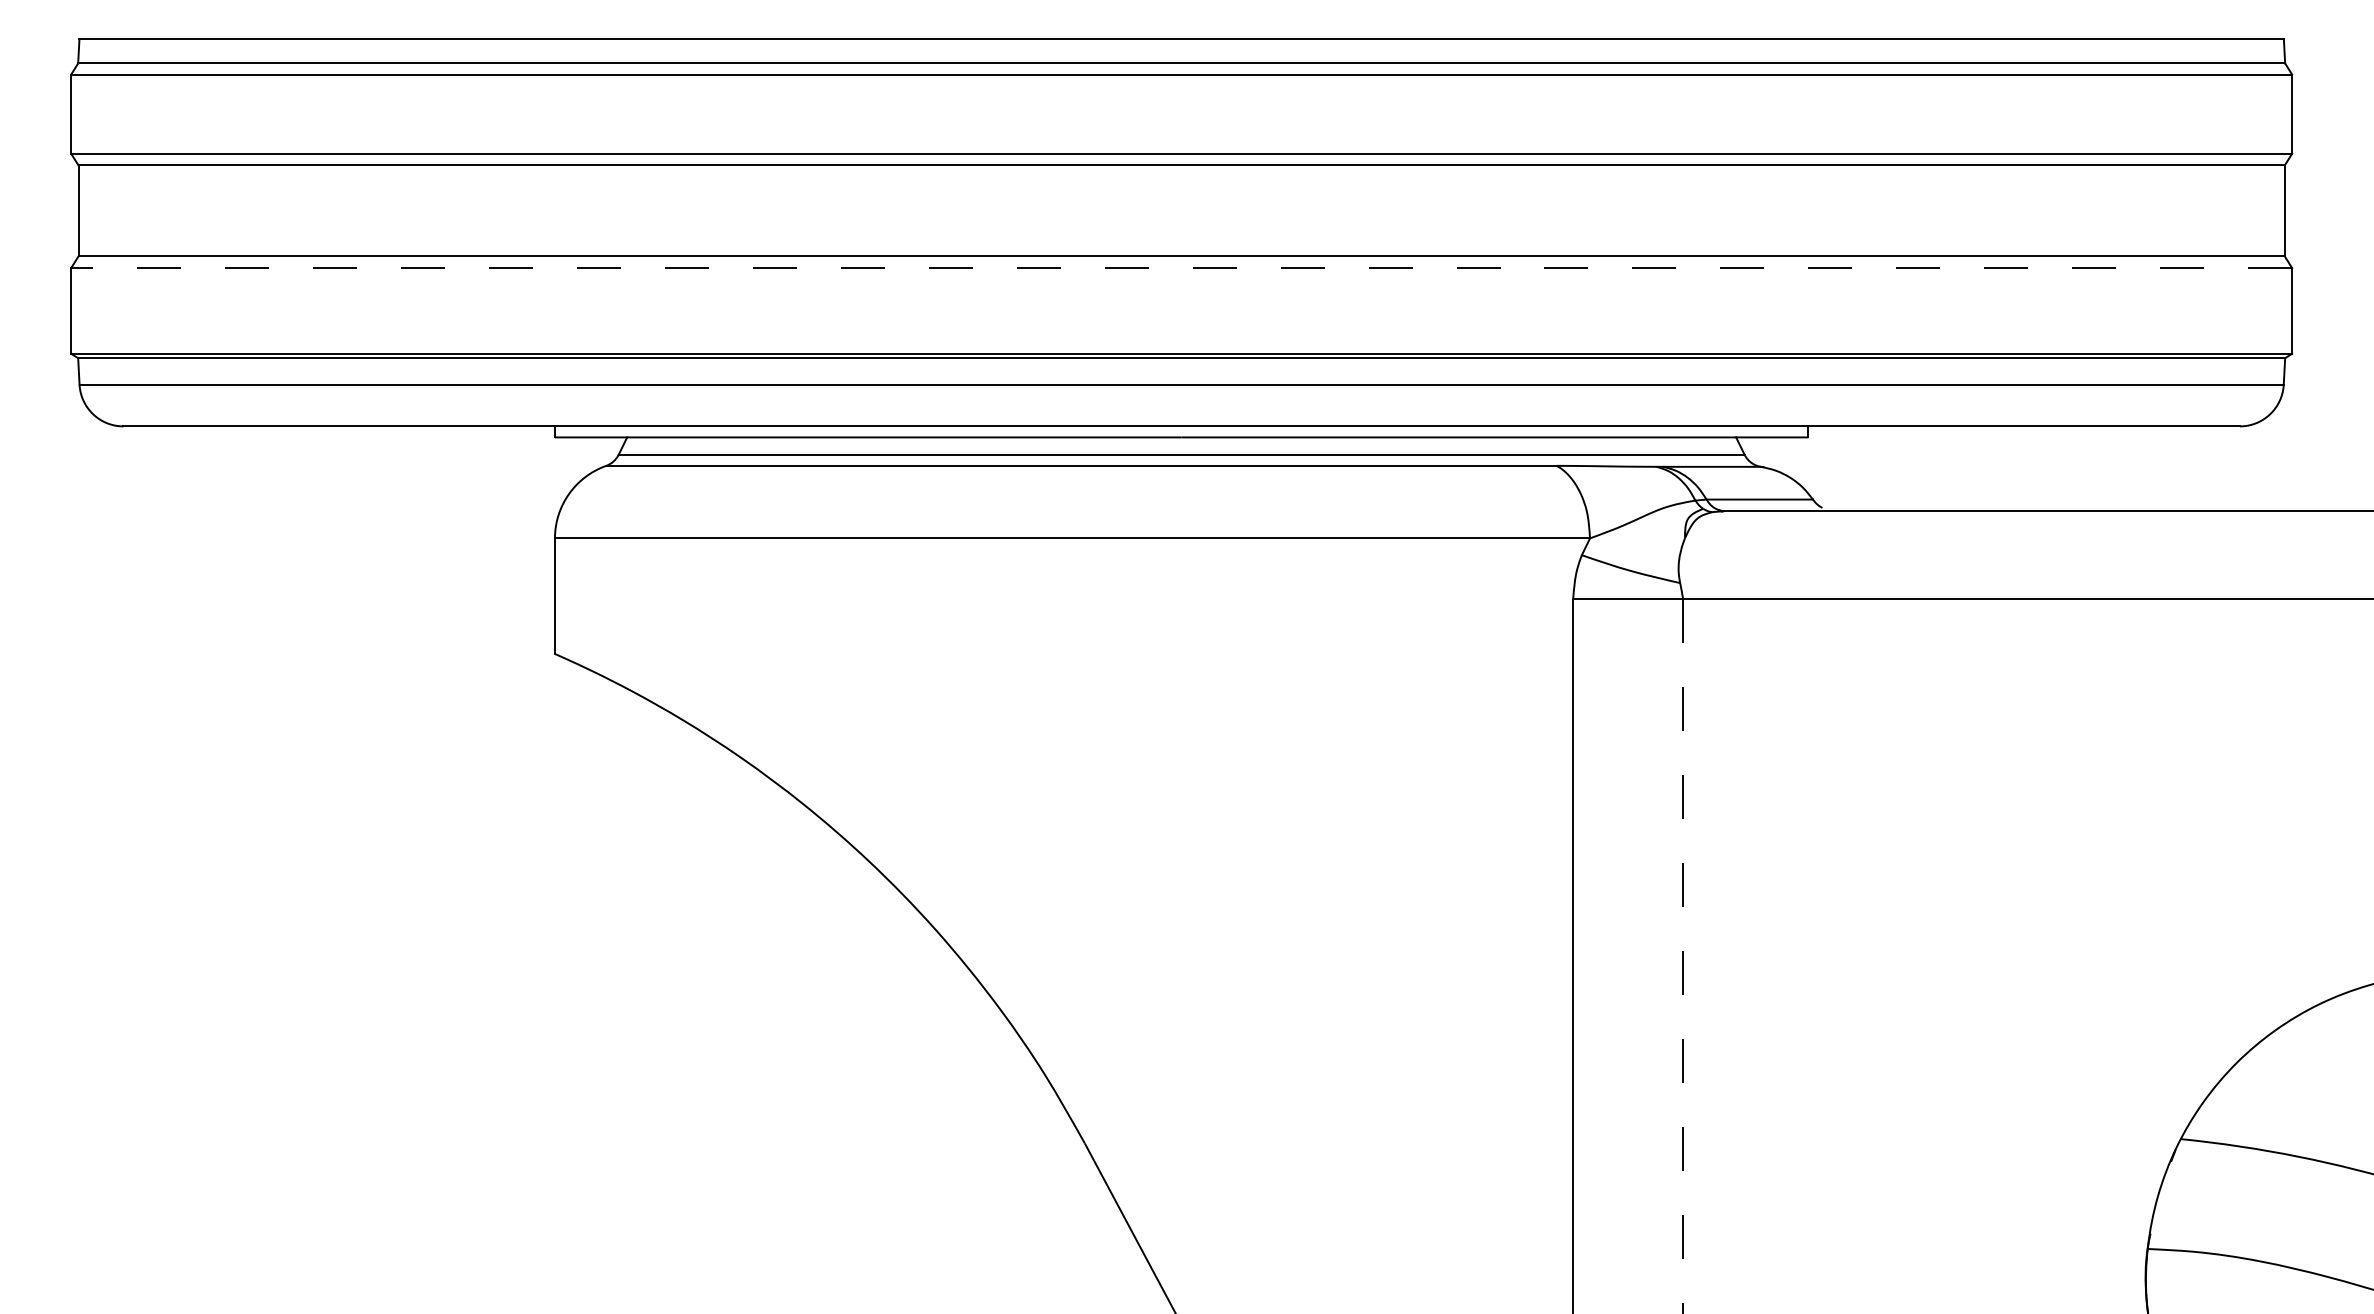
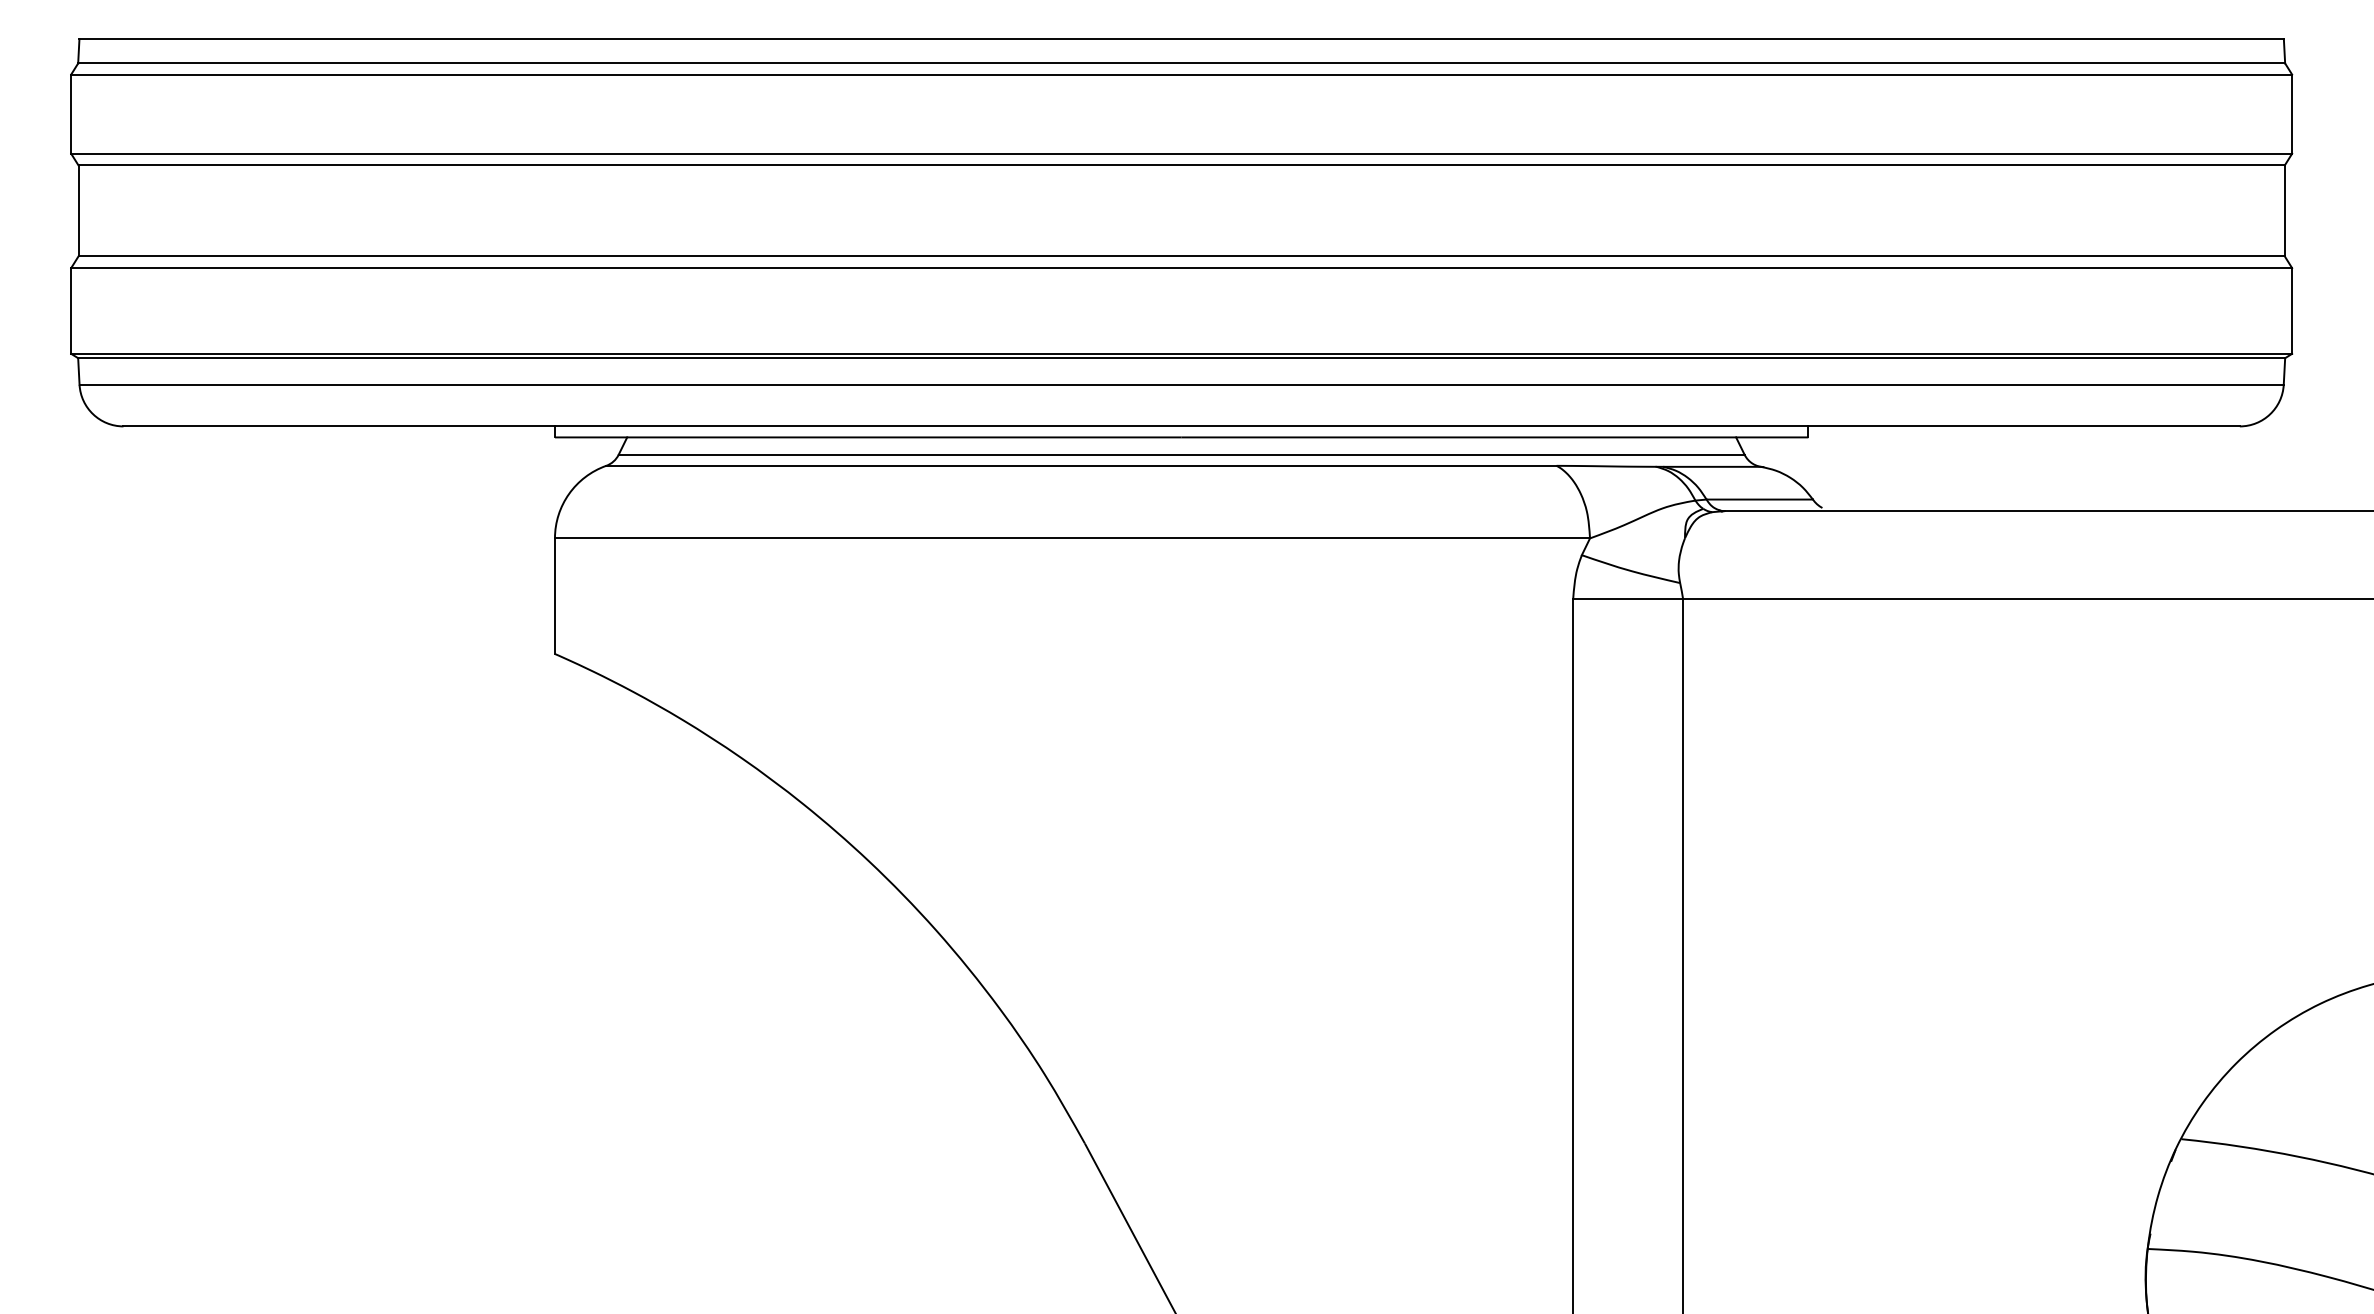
line at (1181, 268): dashed -> solid
line at (1683, 956): dashed -> solid
